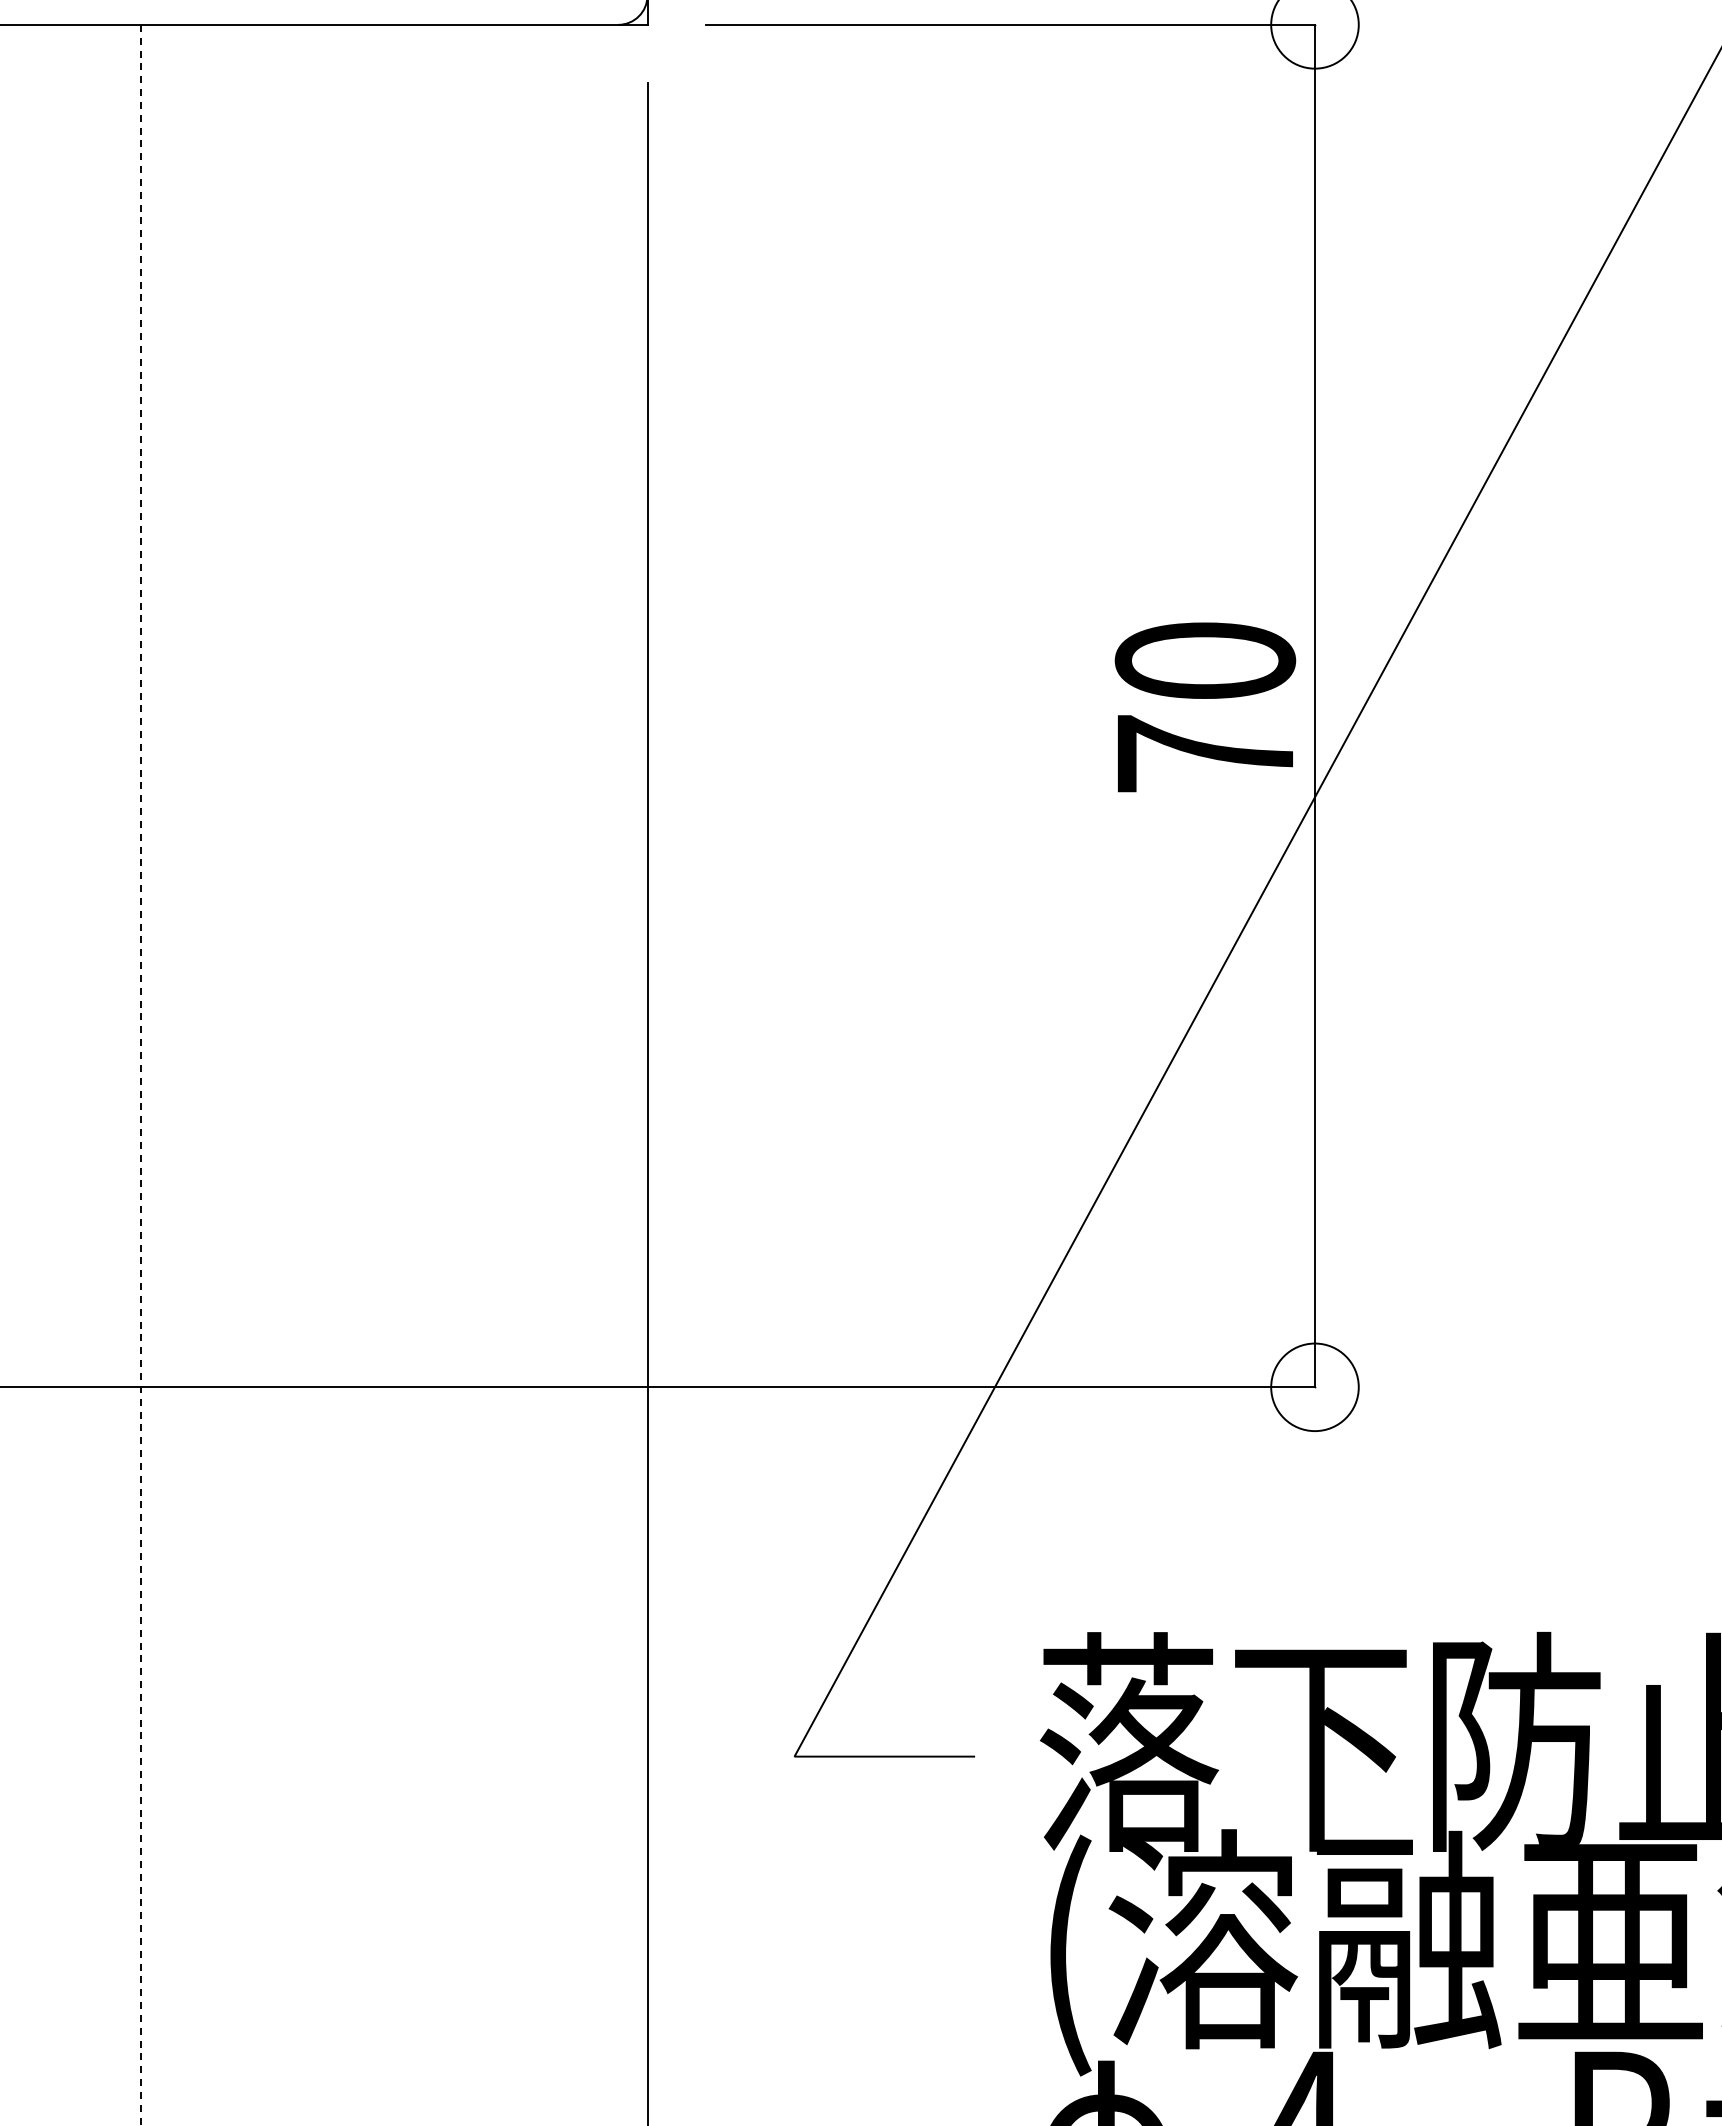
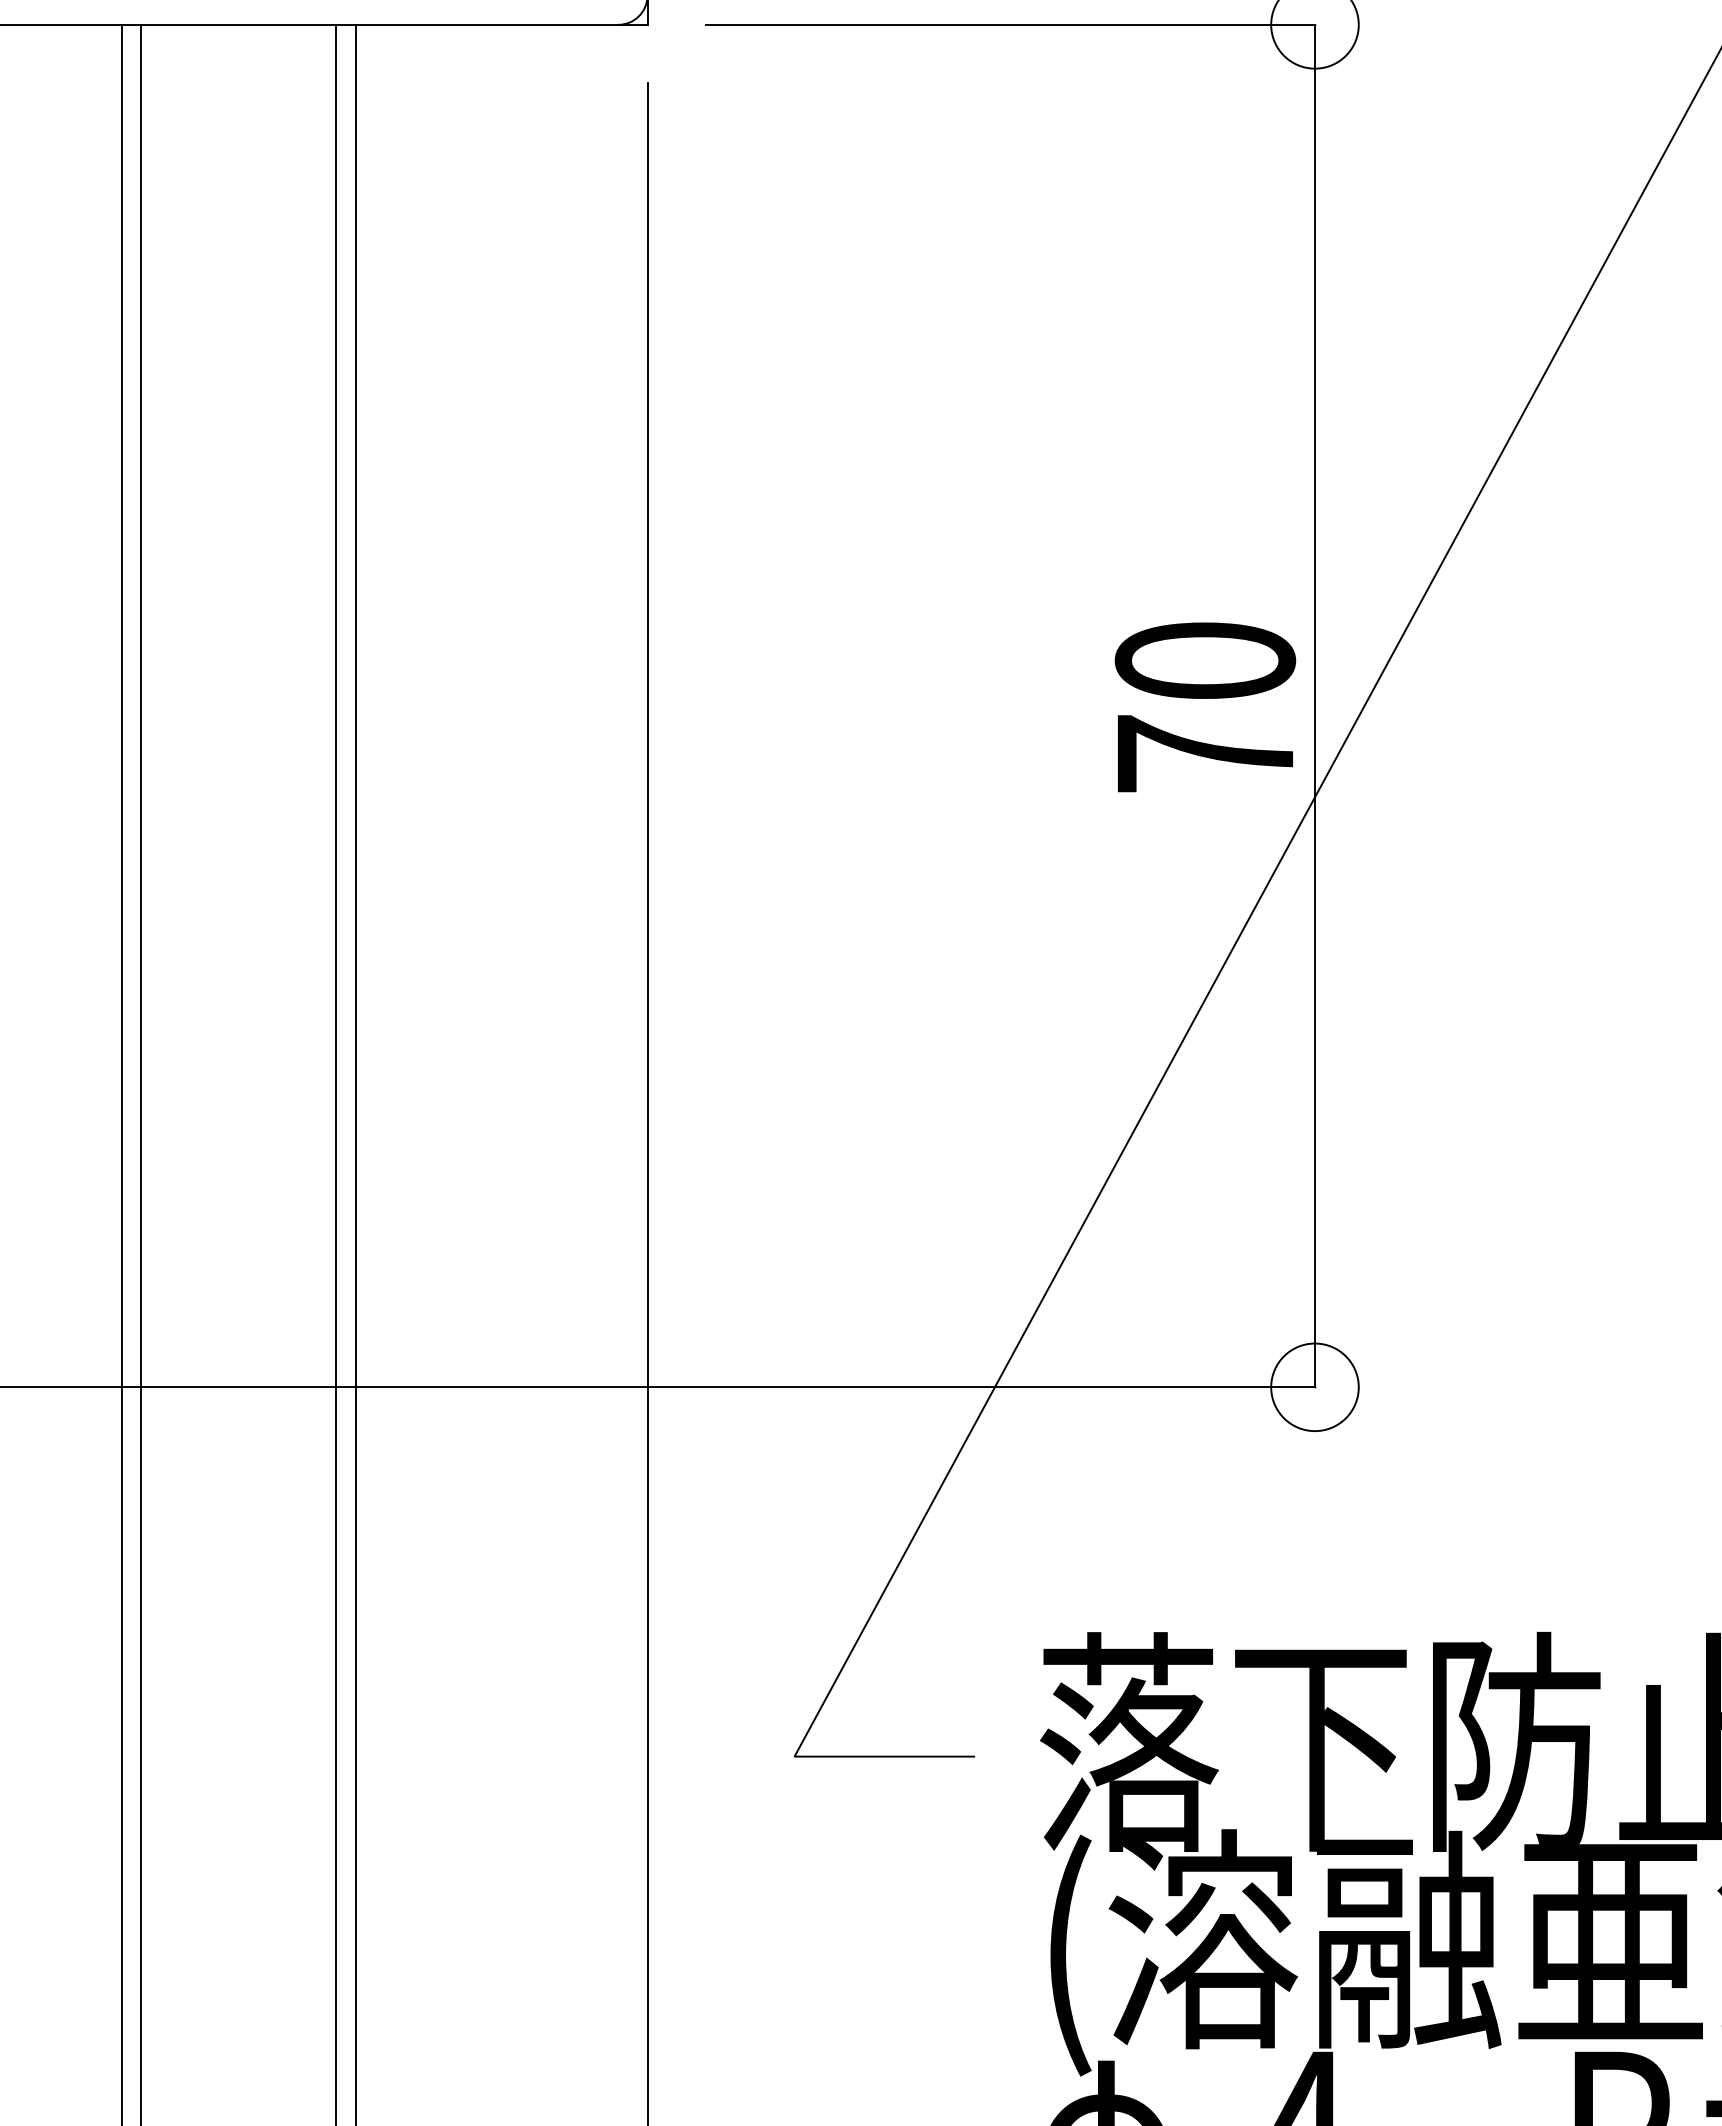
line at (121, 1073): none -> present
line at (336, 1073): none -> present
line at (355, 1073): none -> present
line at (141, 1075): dashed -> solid
